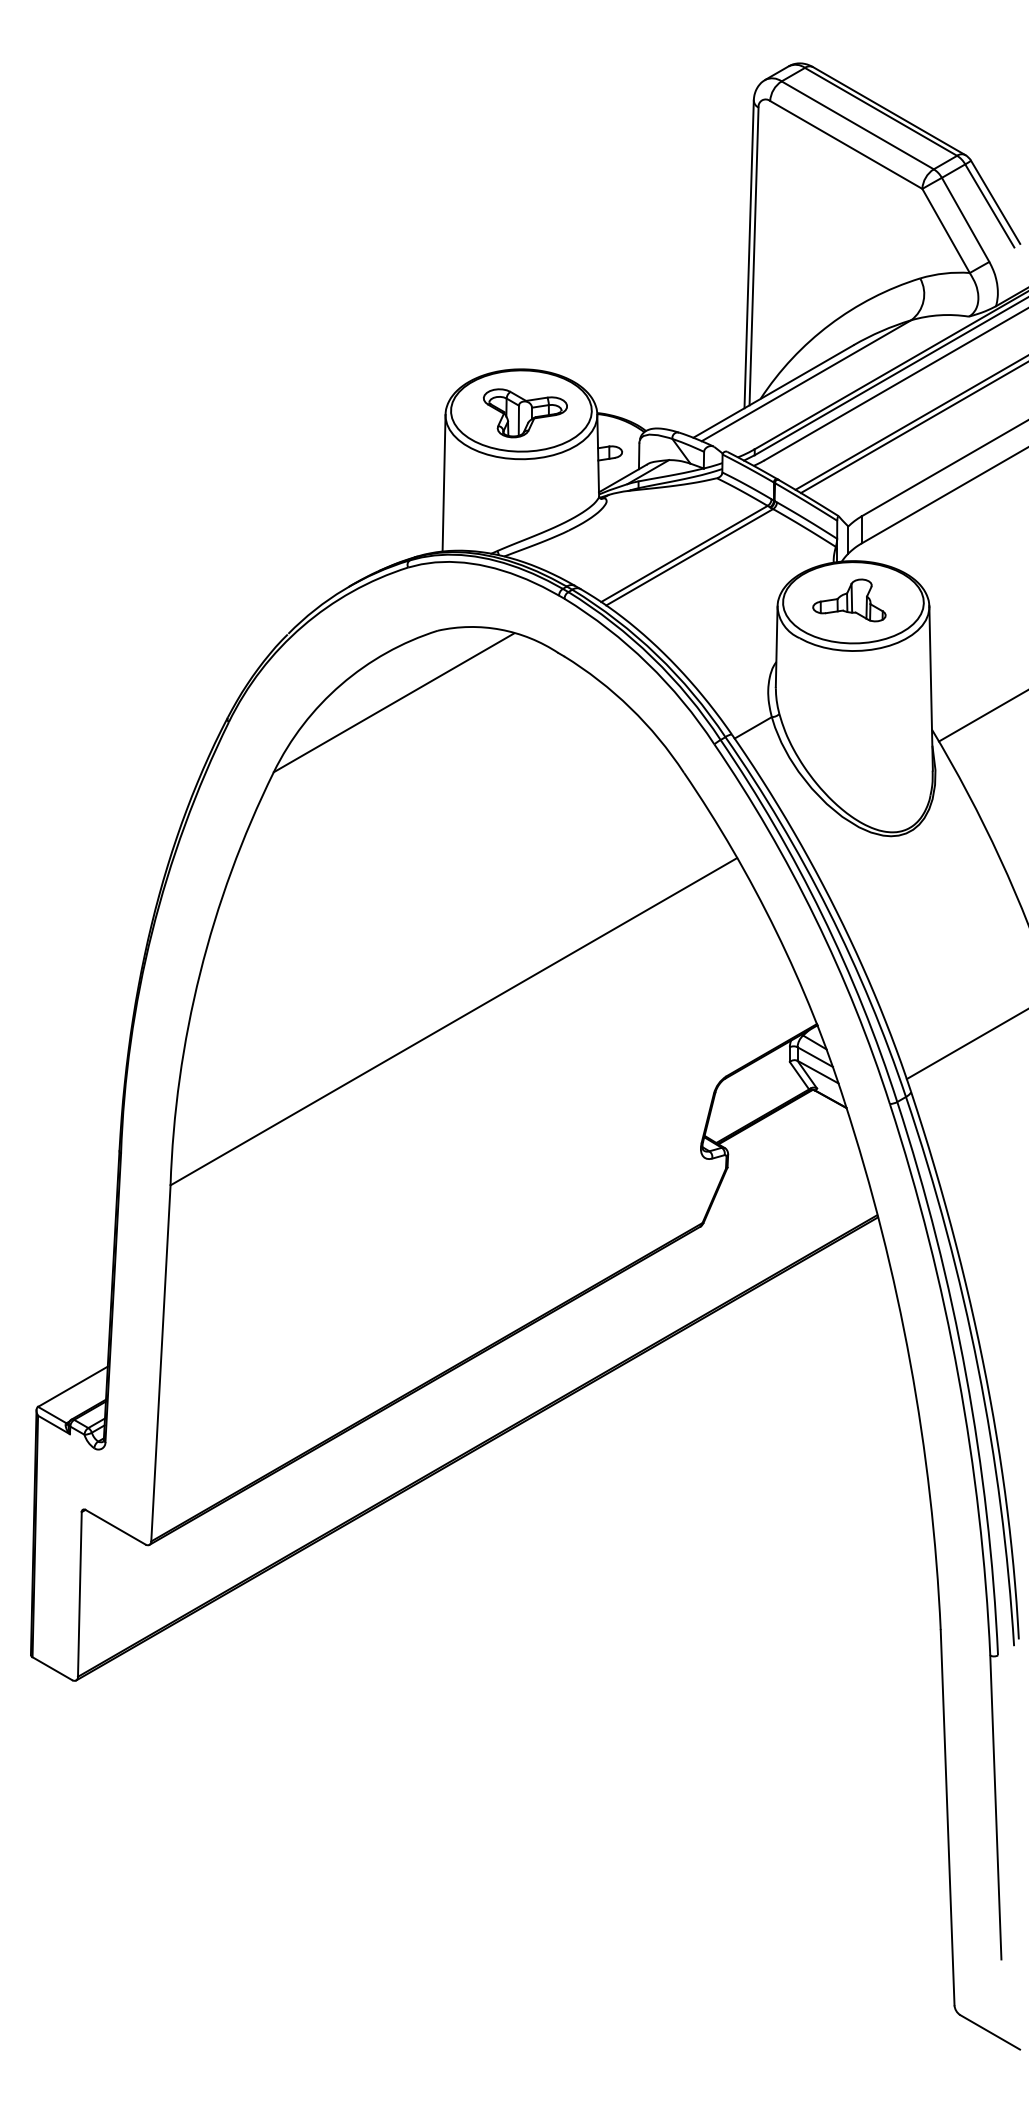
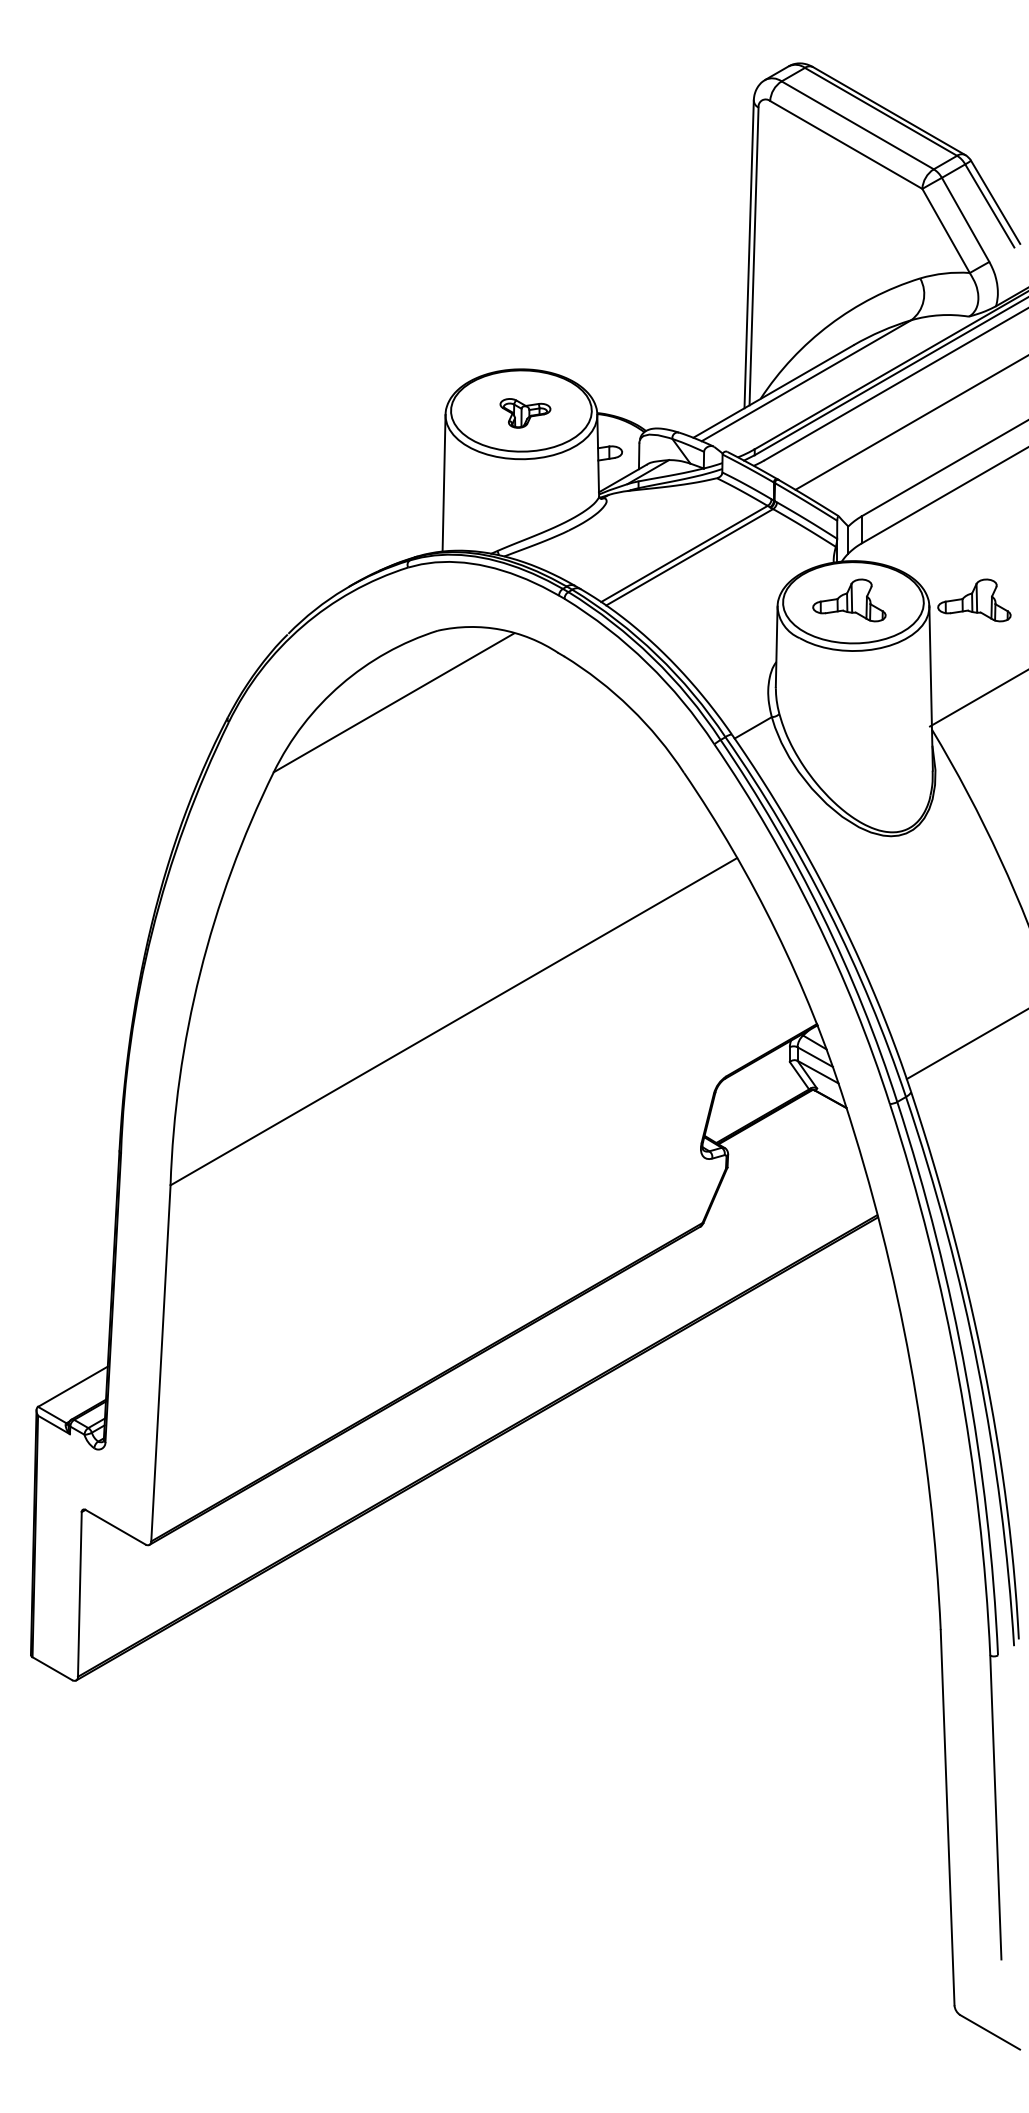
part at (525, 413) size: 85x51 px -> 53x31 px
line at (912, 428): present -> none
part at (974, 600): none -> present
line at (981, 716) position: (981, 716) -> (977, 698)
